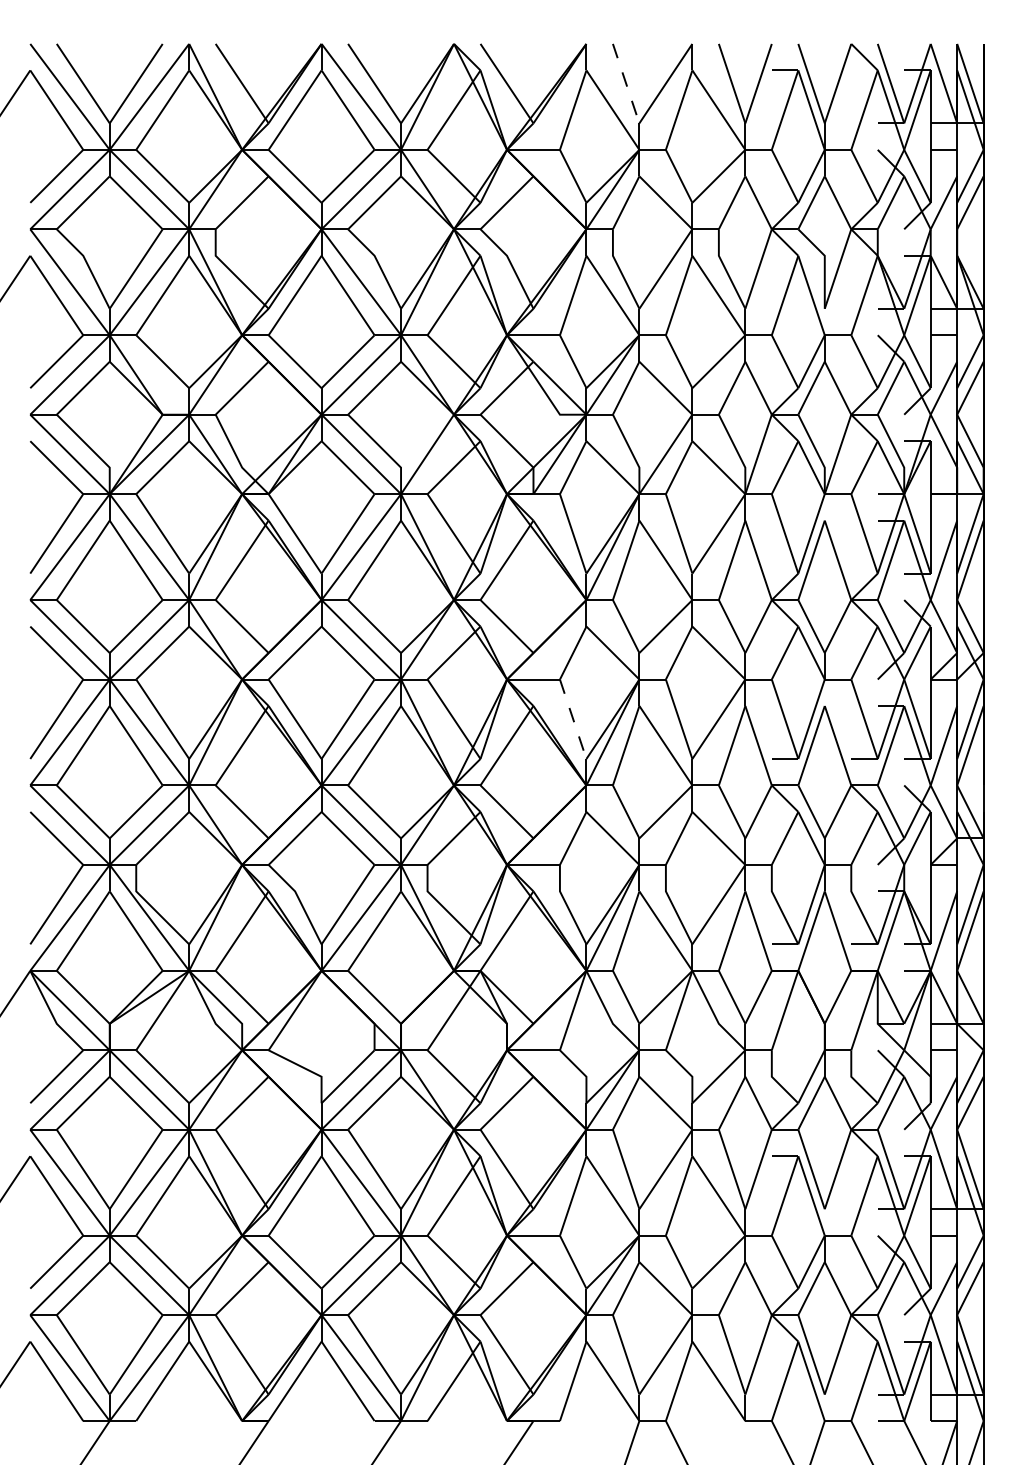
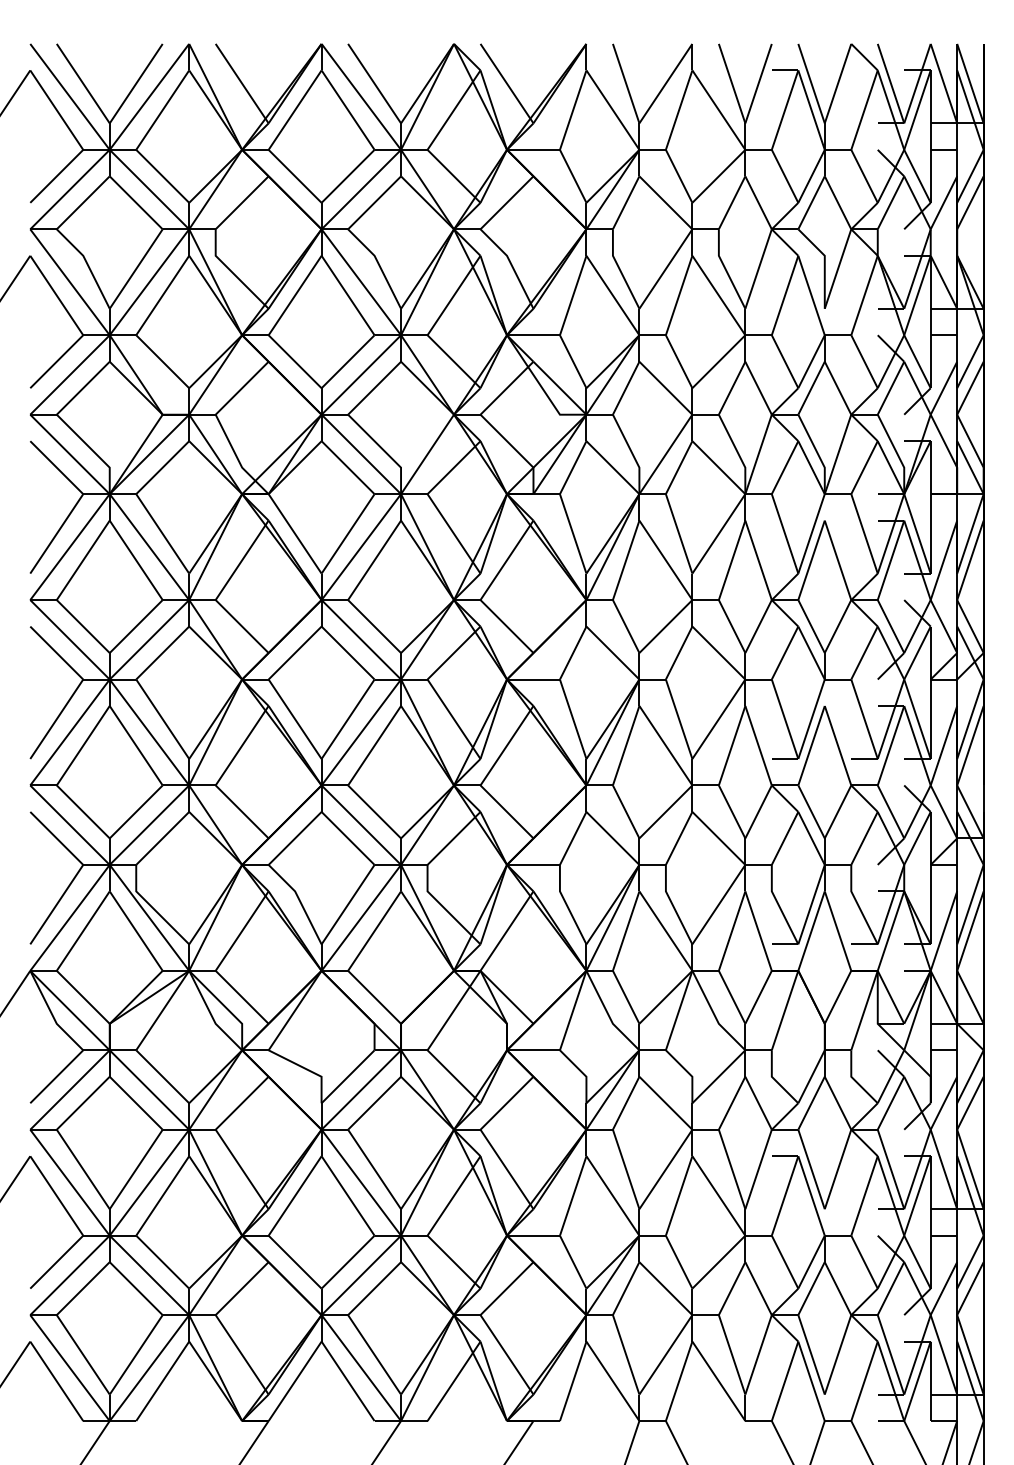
line at (626, 83): dashed -> solid
line at (573, 719): dashed -> solid
